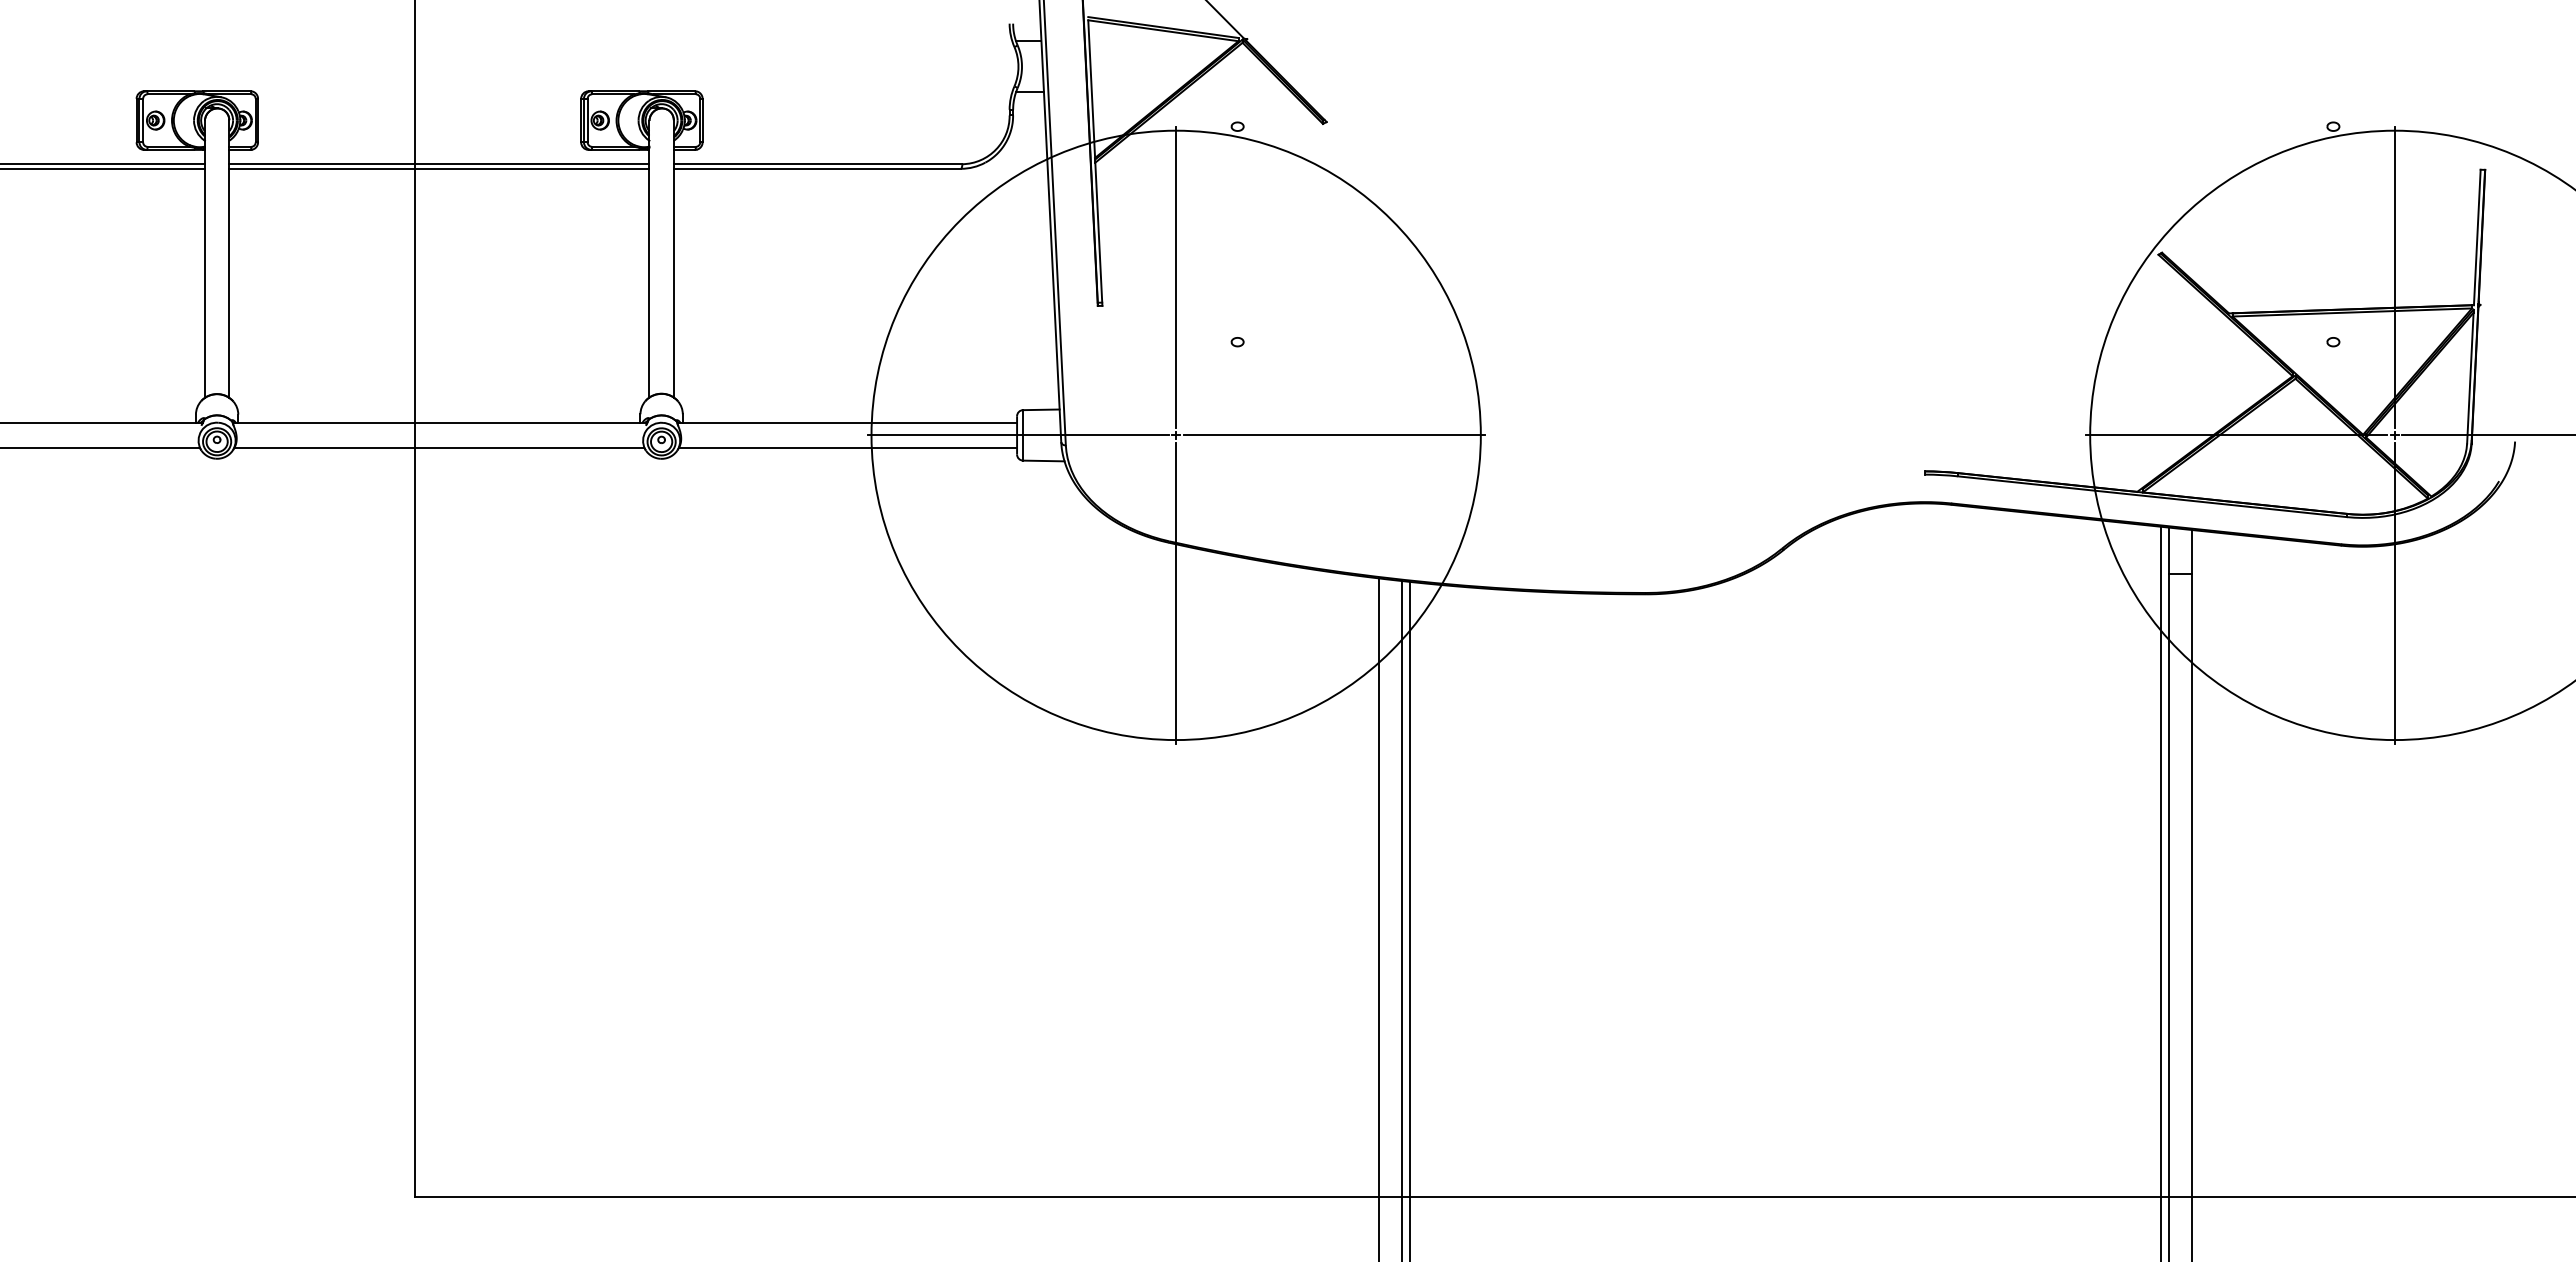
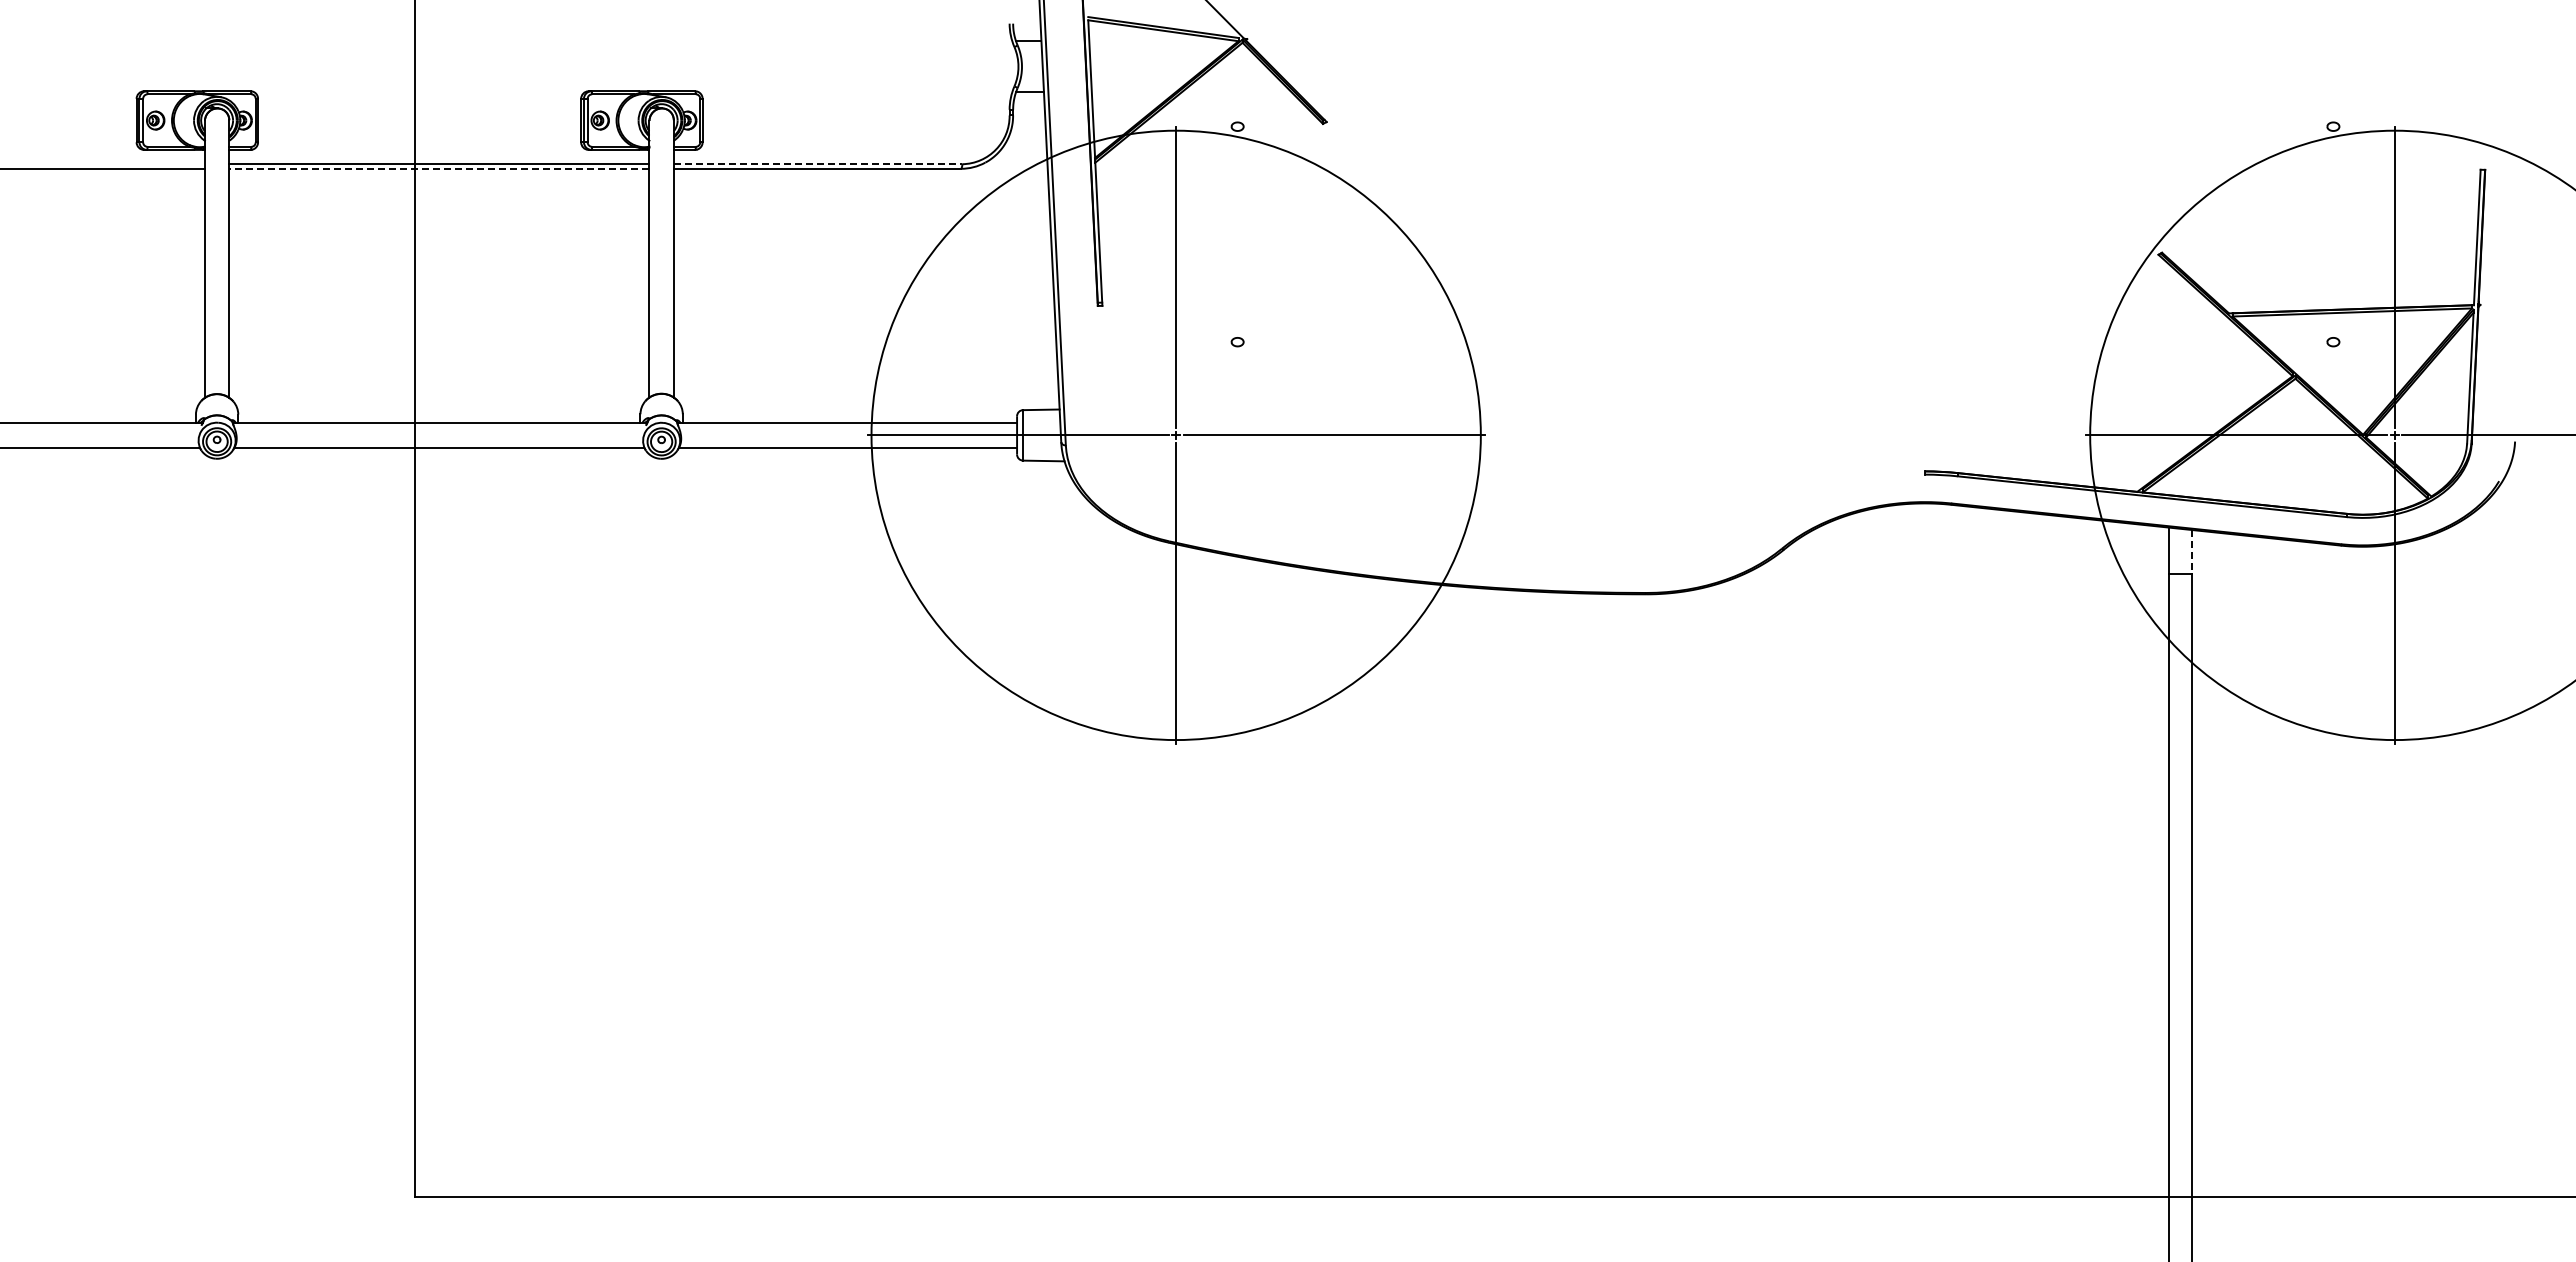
line at (103, 164): present -> none
line at (818, 164): solid -> dashed
line at (438, 168): solid -> dashed
line at (2192, 551): solid -> dashed
line at (2161, 892): present -> none
line at (1378, 918): present -> none
line at (1401, 919): present -> none
line at (1410, 919): present -> none
